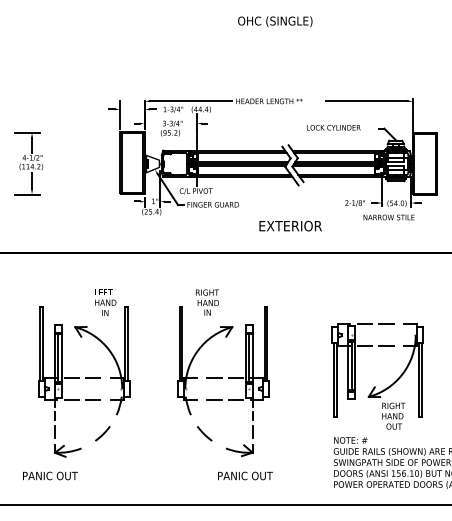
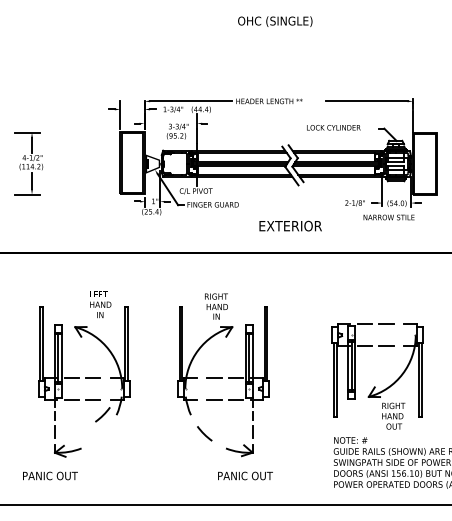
text at (171, 128) position: (171, 128) -> (177, 131)
text at (105, 302) position: (105, 302) -> (100, 304)
text at (207, 302) position: (207, 302) -> (216, 306)
line at (102, 433) position: (102, 433) -> (102, 414)
